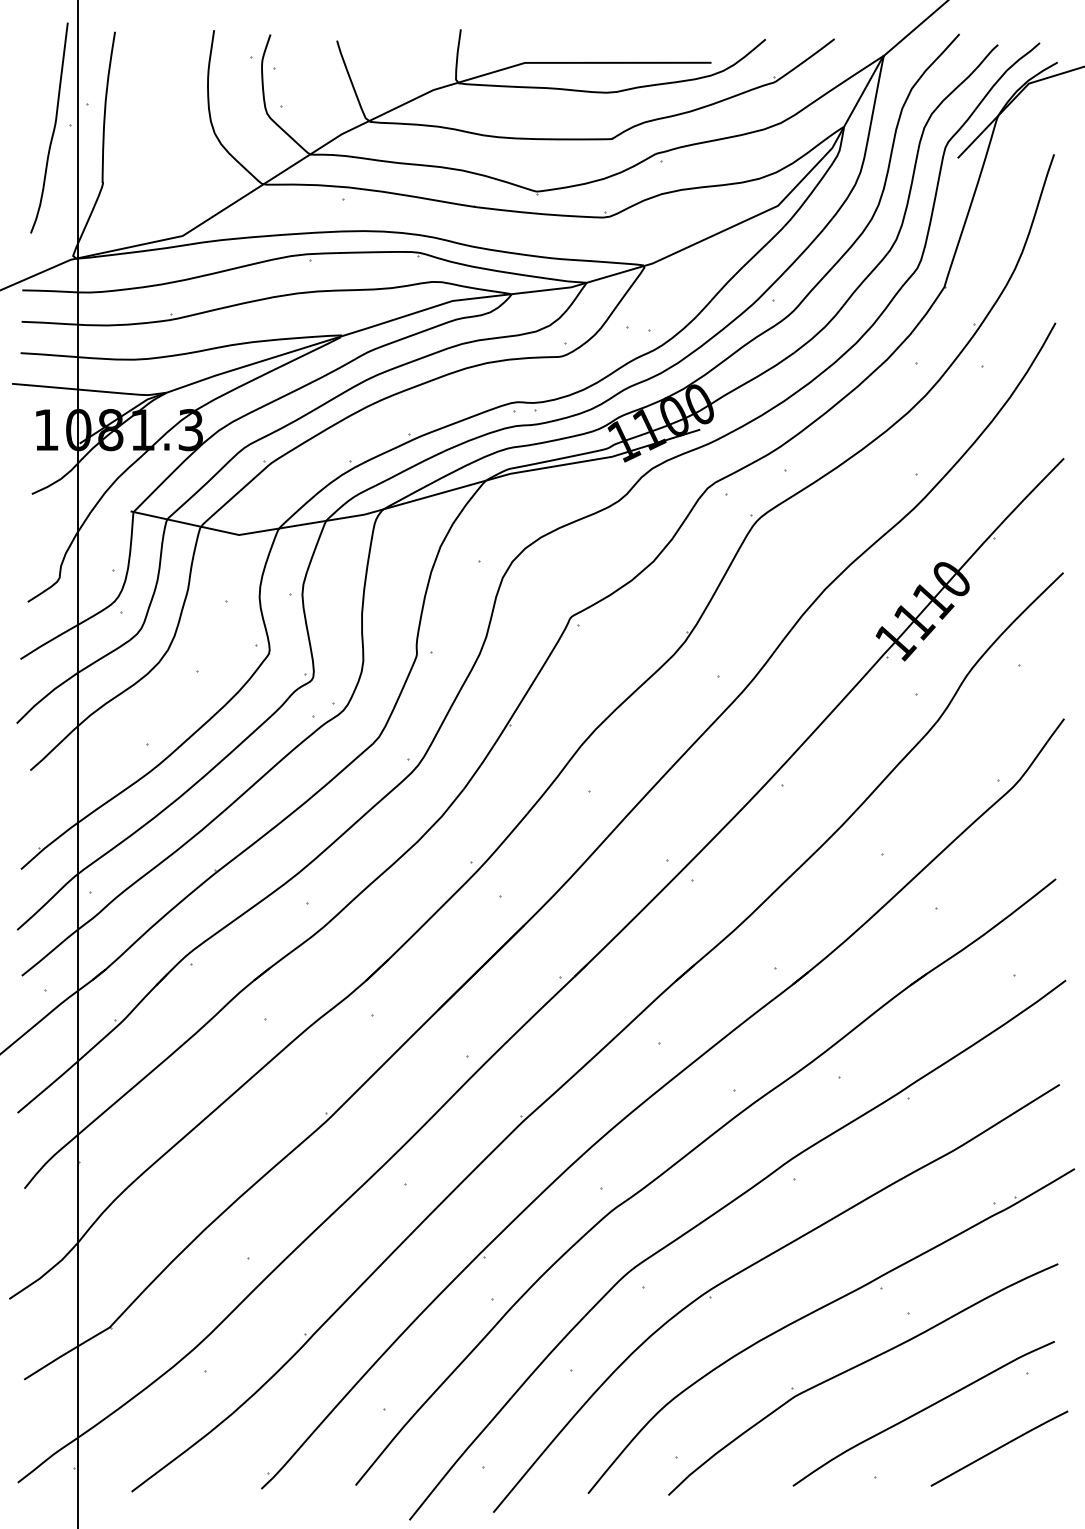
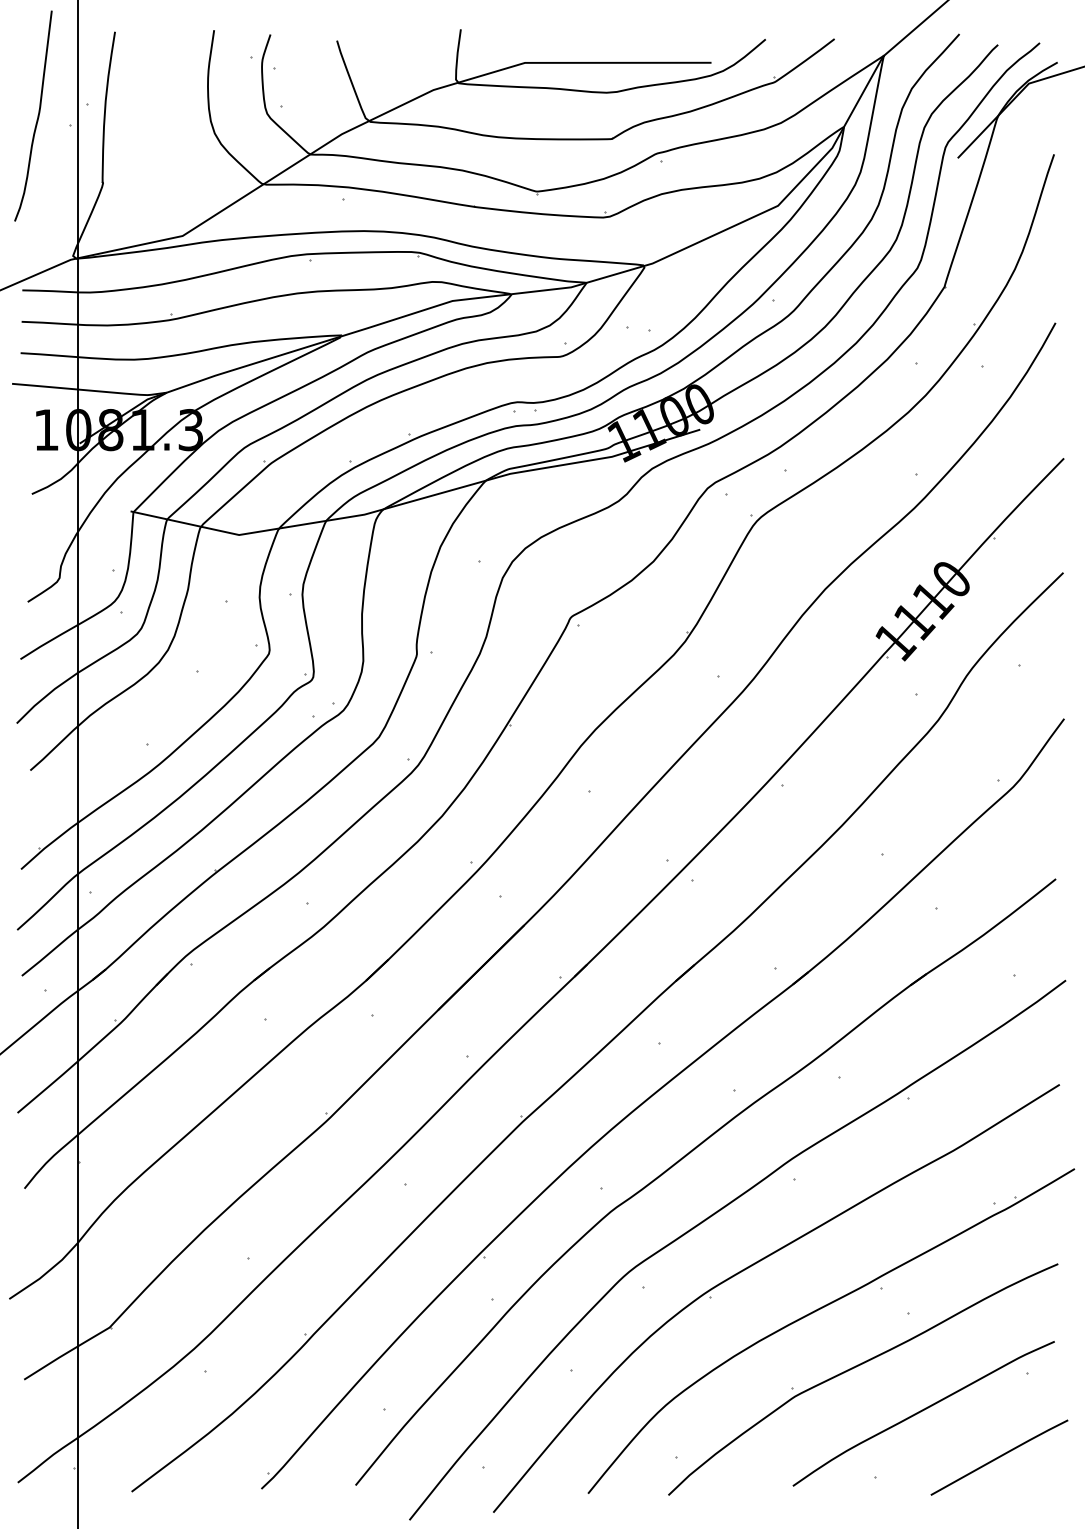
curve at (53, 127) position: (53, 127) -> (37, 115)
line at (999, 1448) position: (999, 1448) -> (999, 1457)
